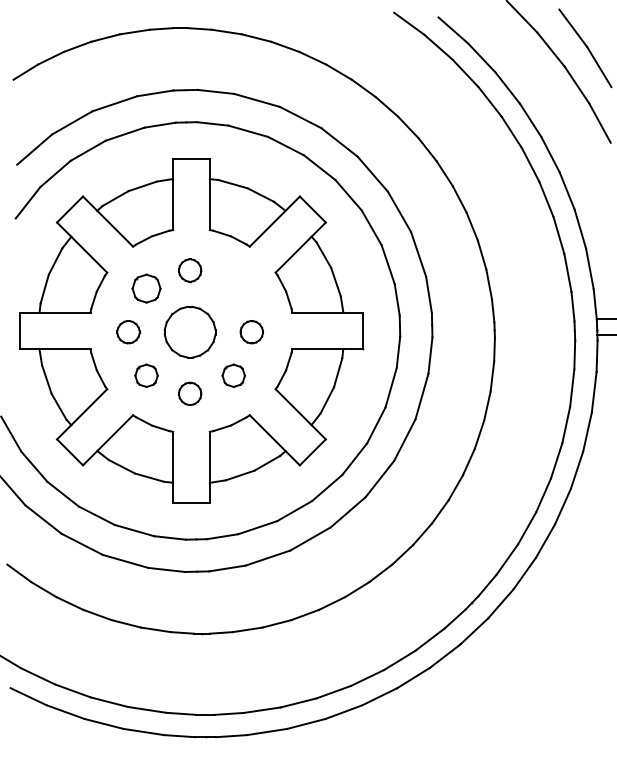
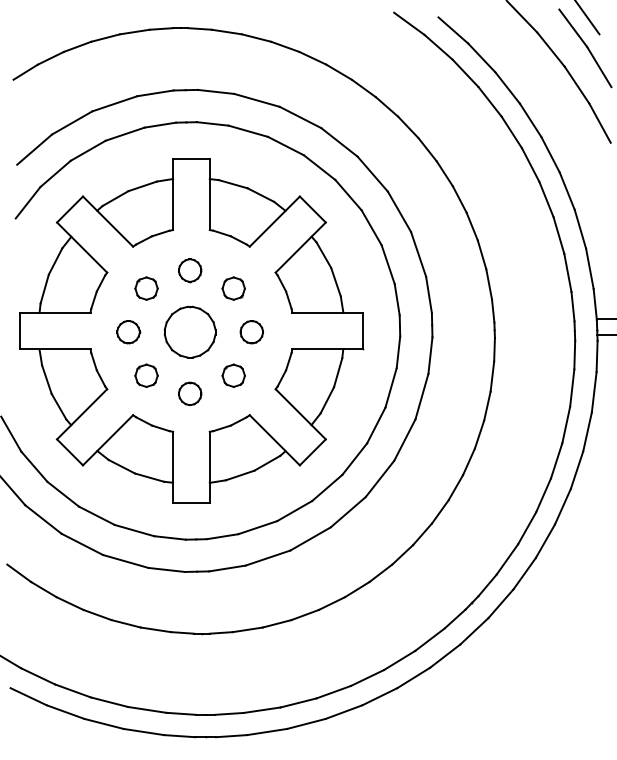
line at (587, 18): none -> present
part at (146, 288) size: 31x31 px -> 25x25 px
part at (233, 288): none -> present
